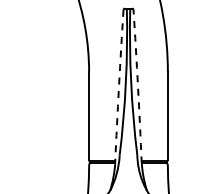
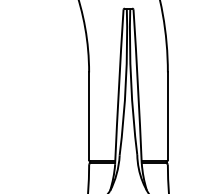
arc at (138, 86): dashed -> solid
arc at (118, 87): dashed -> solid
